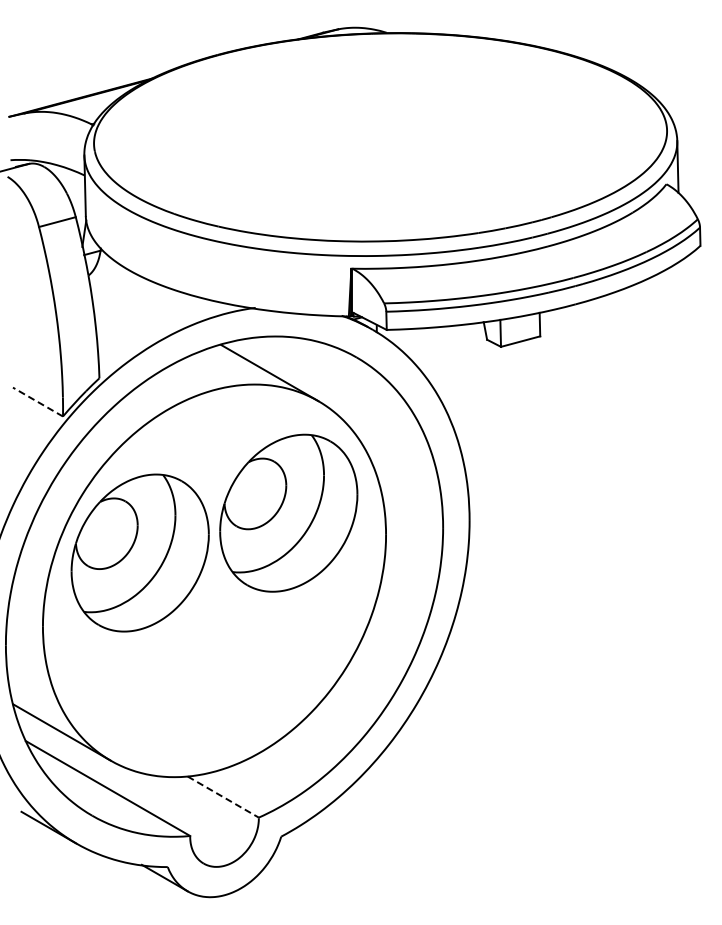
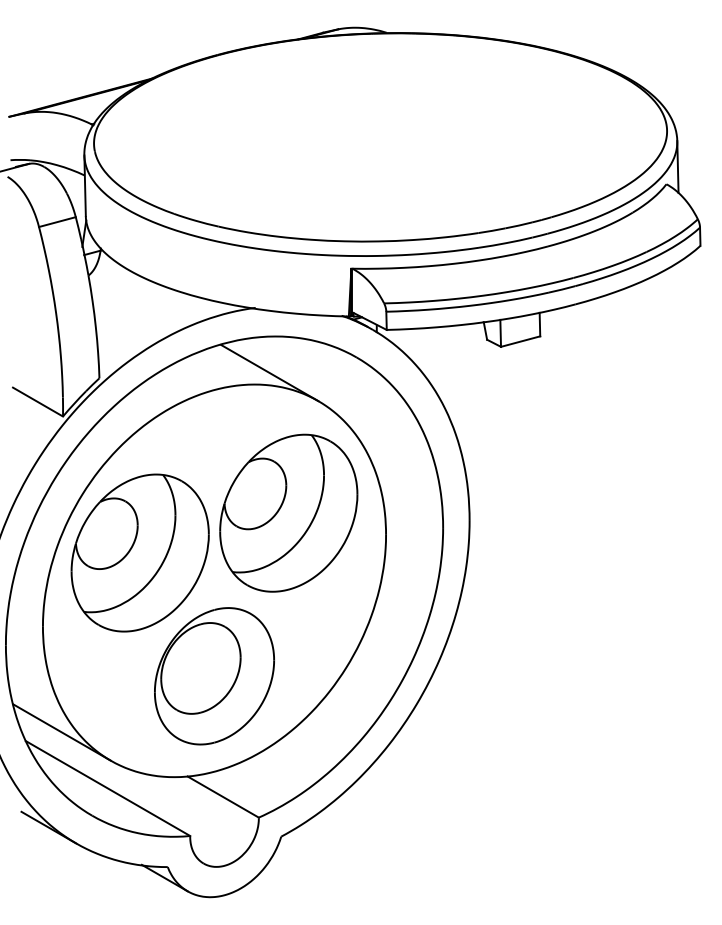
line at (38, 402): dashed -> solid
part at (214, 676): none -> present
line at (223, 797): dashed -> solid
